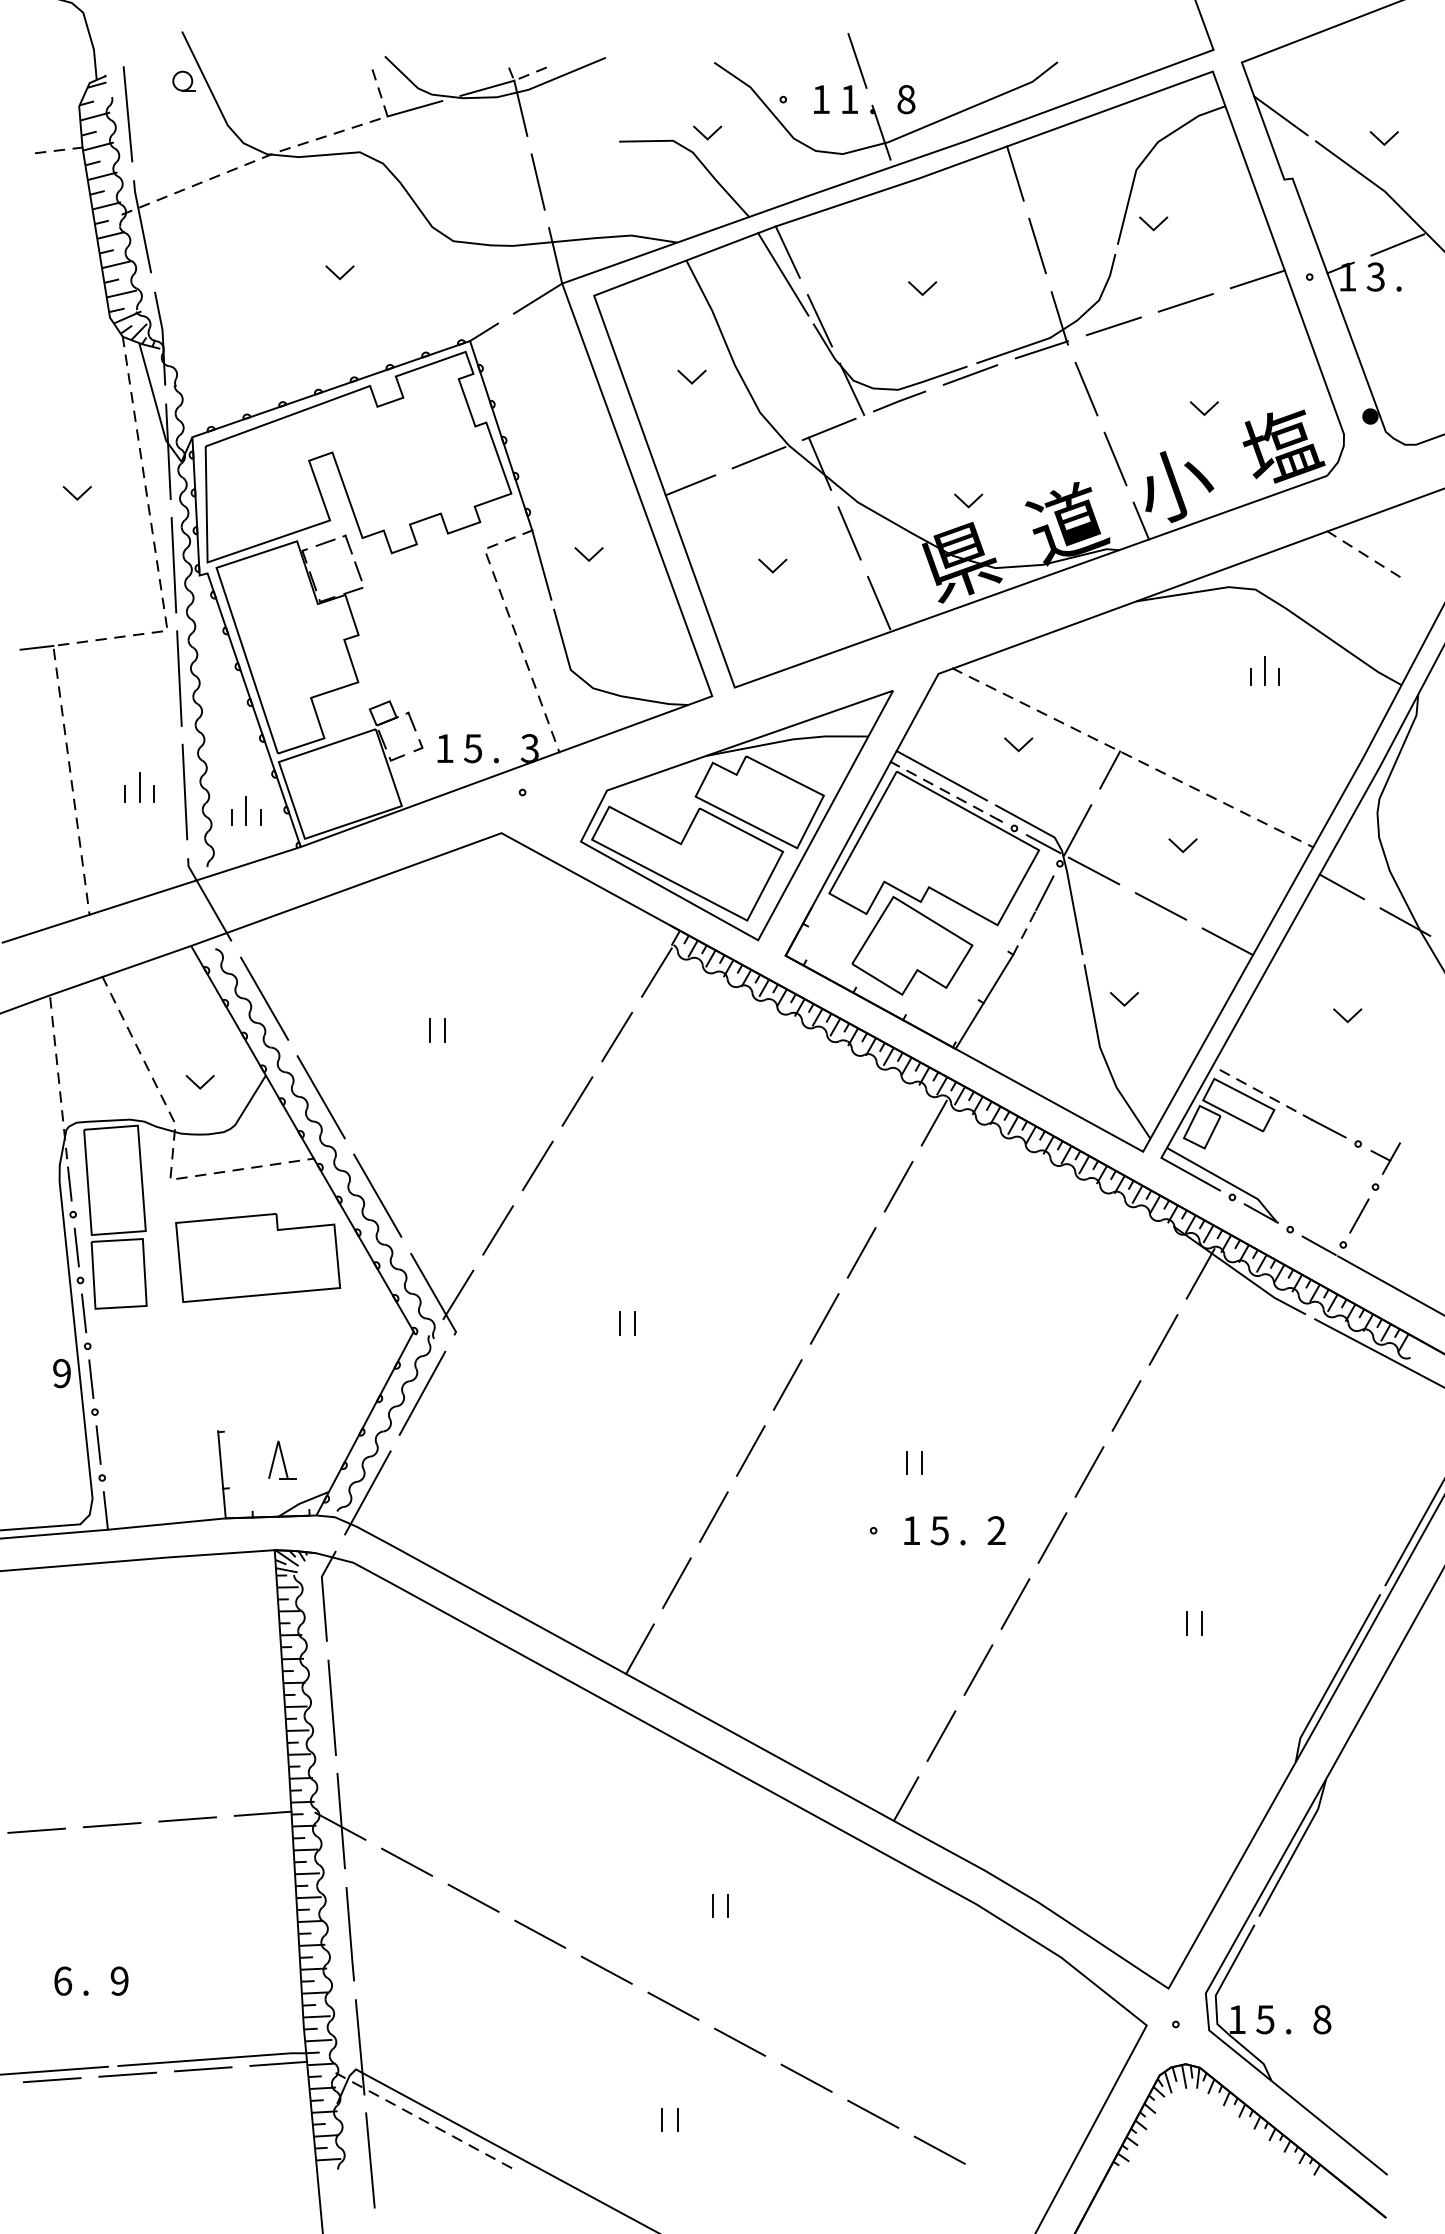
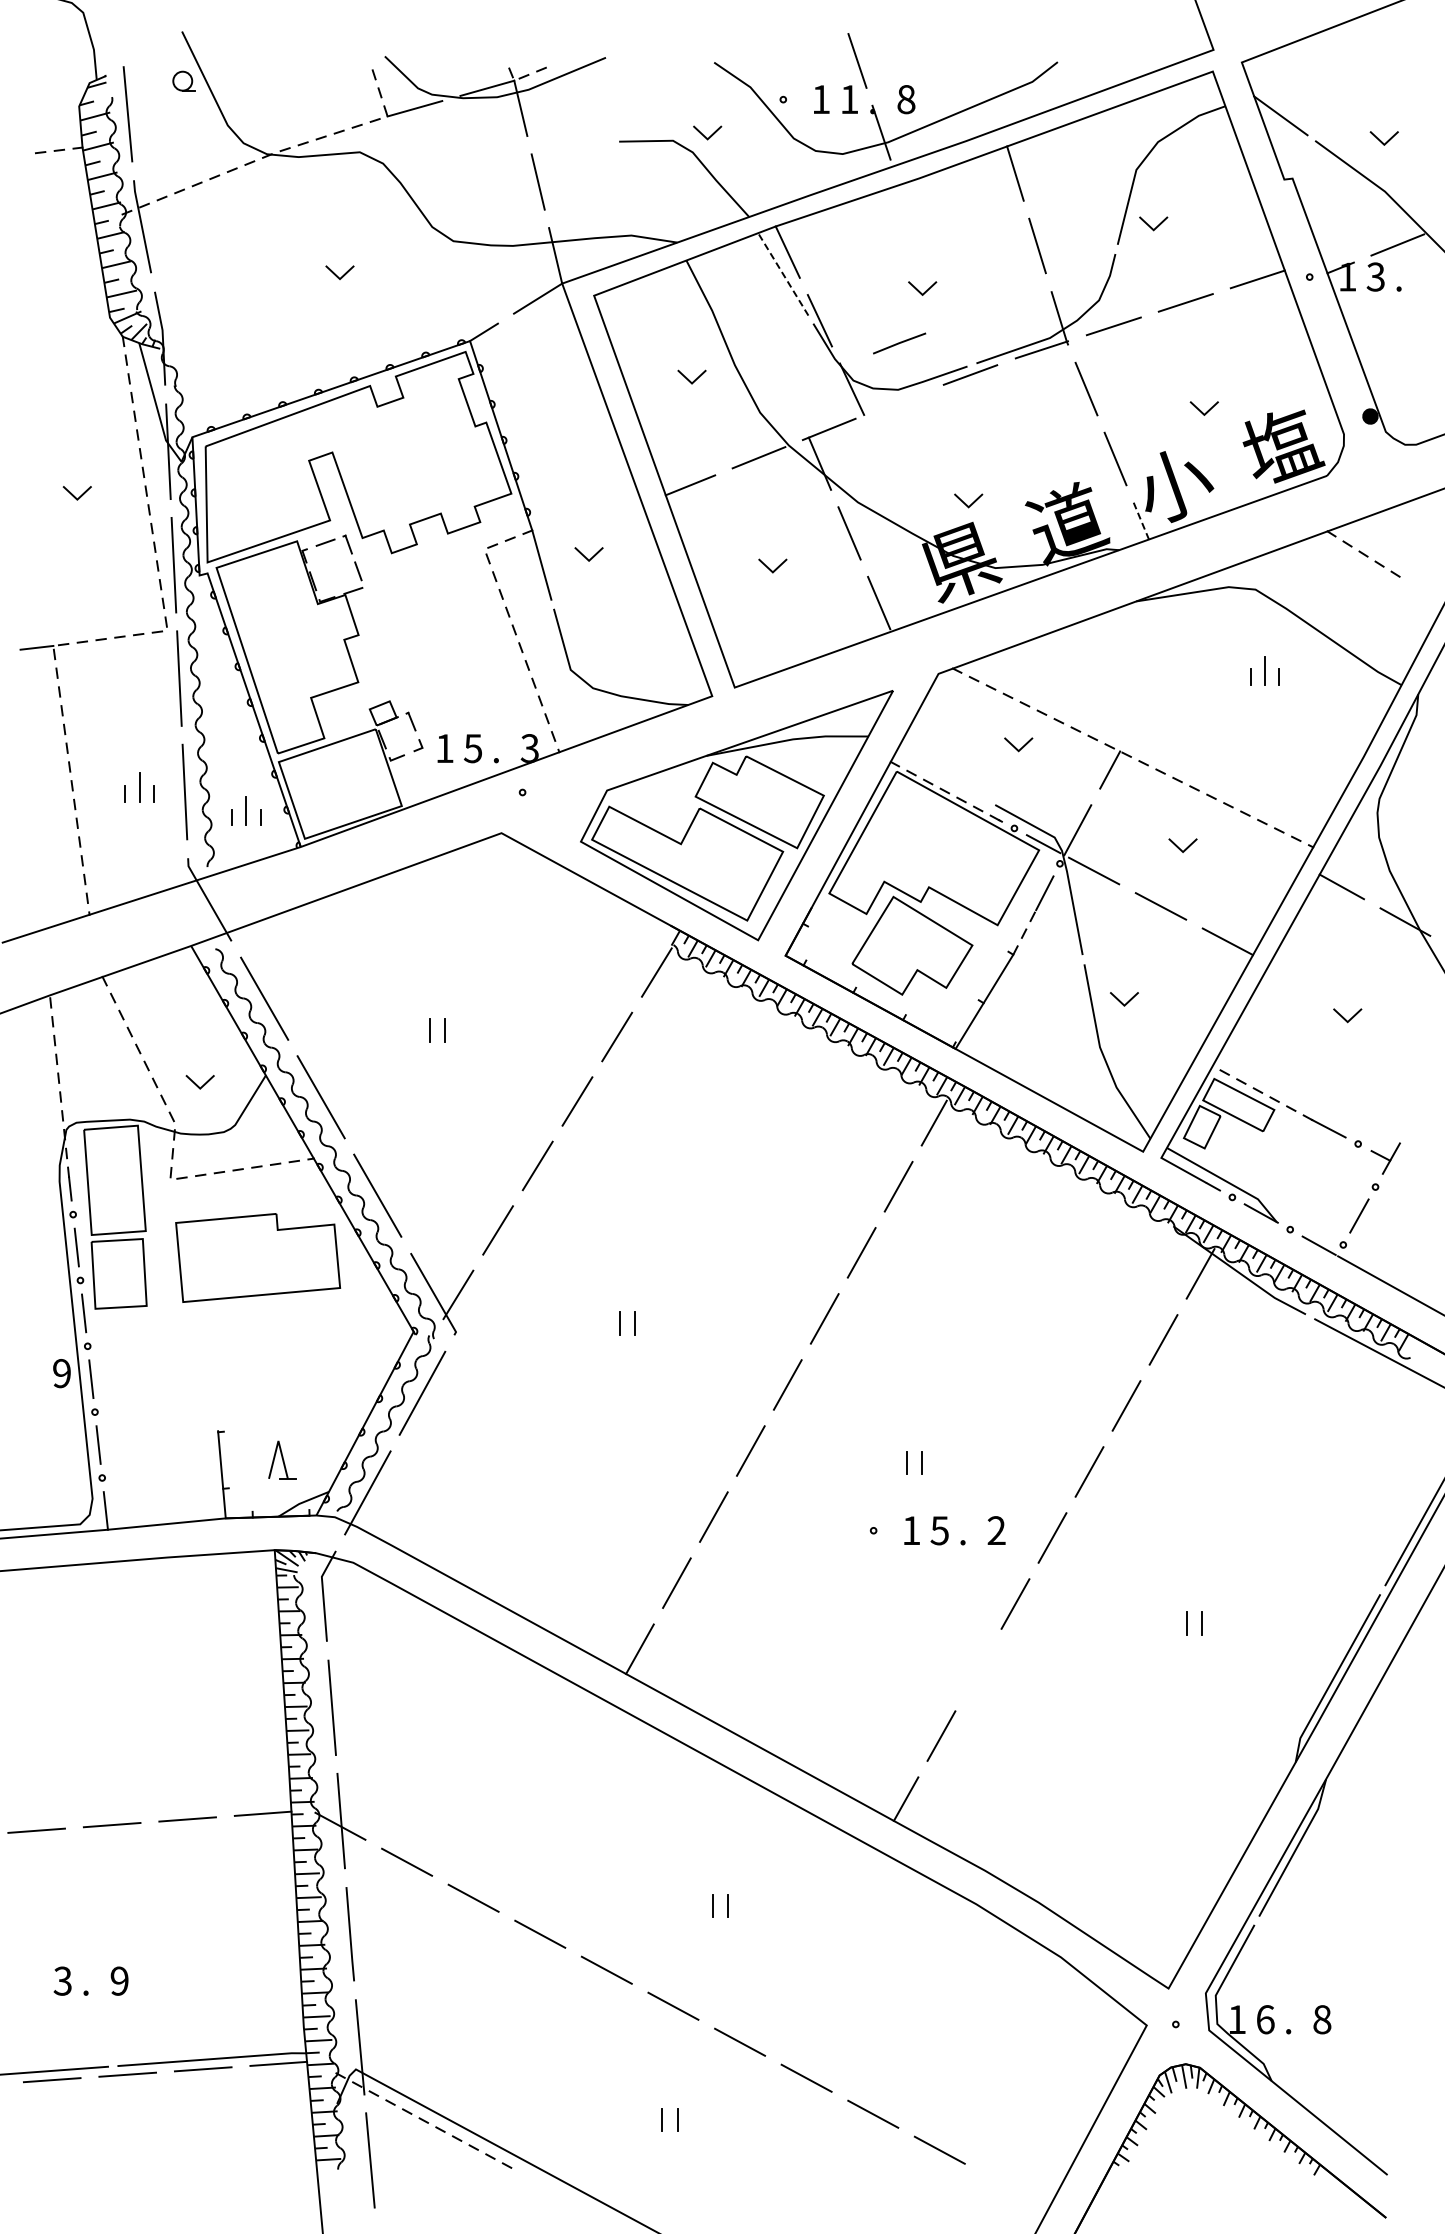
line at (783, 273): solid -> dashed
line at (899, 401) position: (899, 401) -> (899, 343)
line at (1141, 521): solid -> dashed
line at (941, 775): present -> none
line at (978, 1669): present -> none
text at (62, 1980): 6 -> 3
text at (1265, 2019): 5 -> 6
